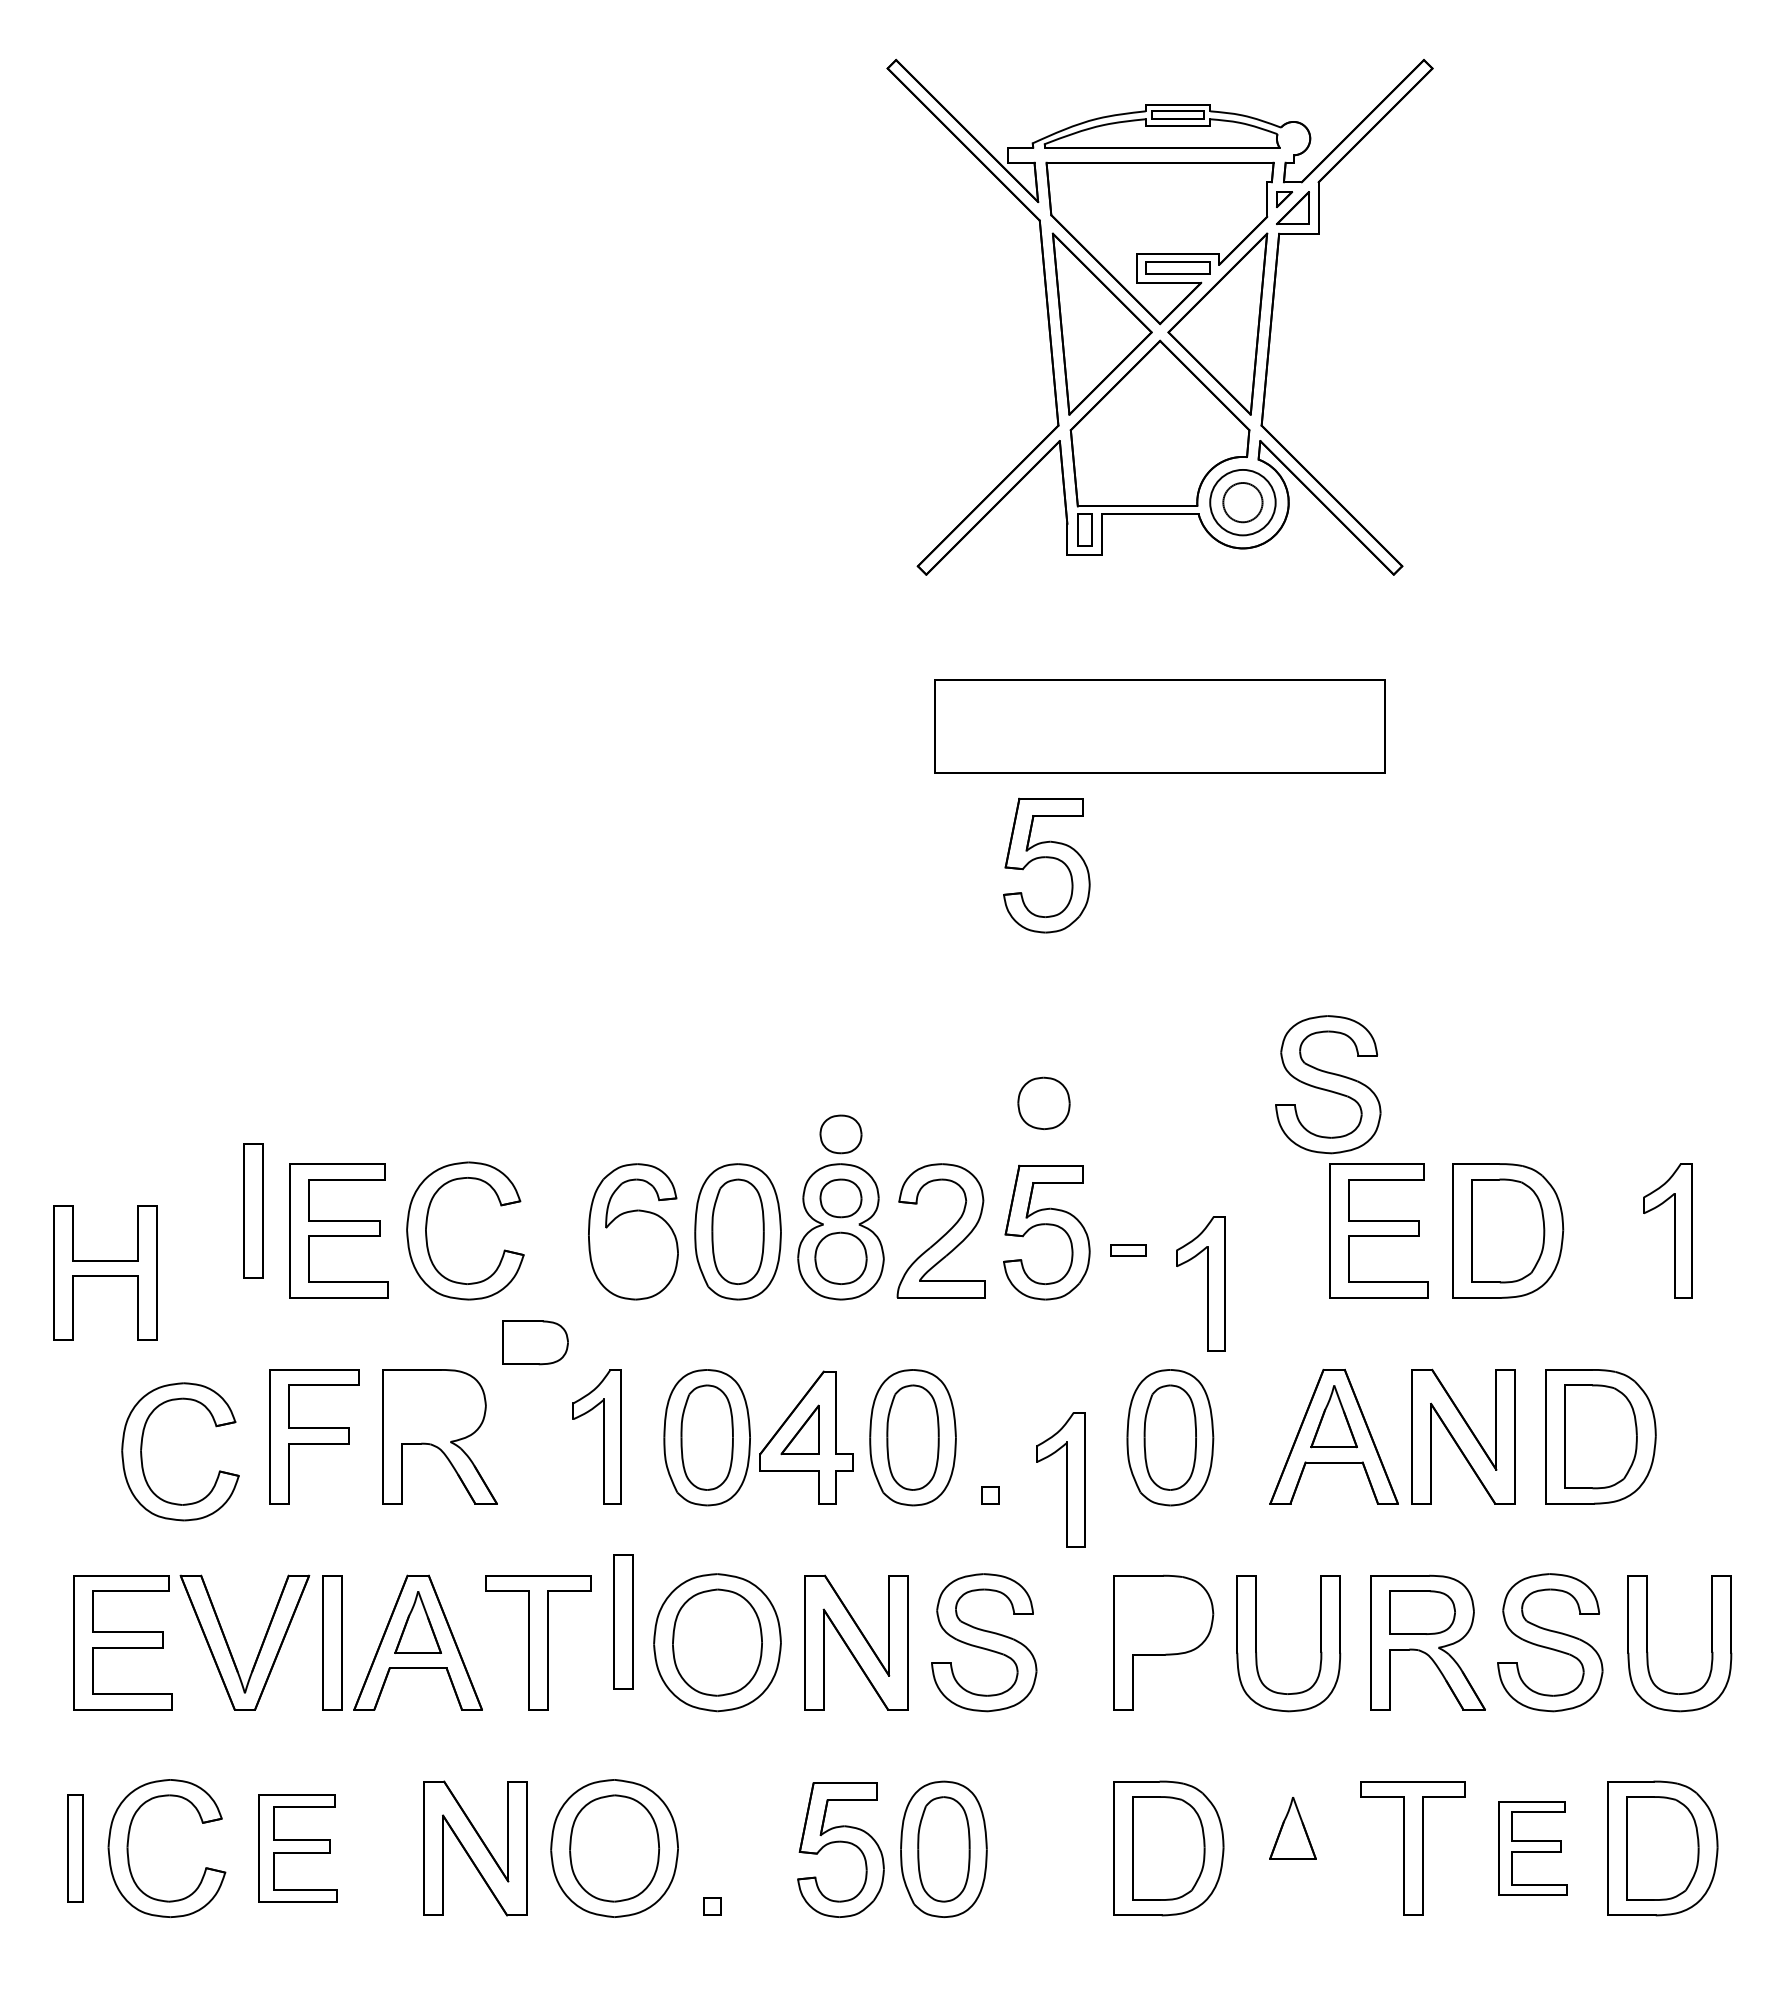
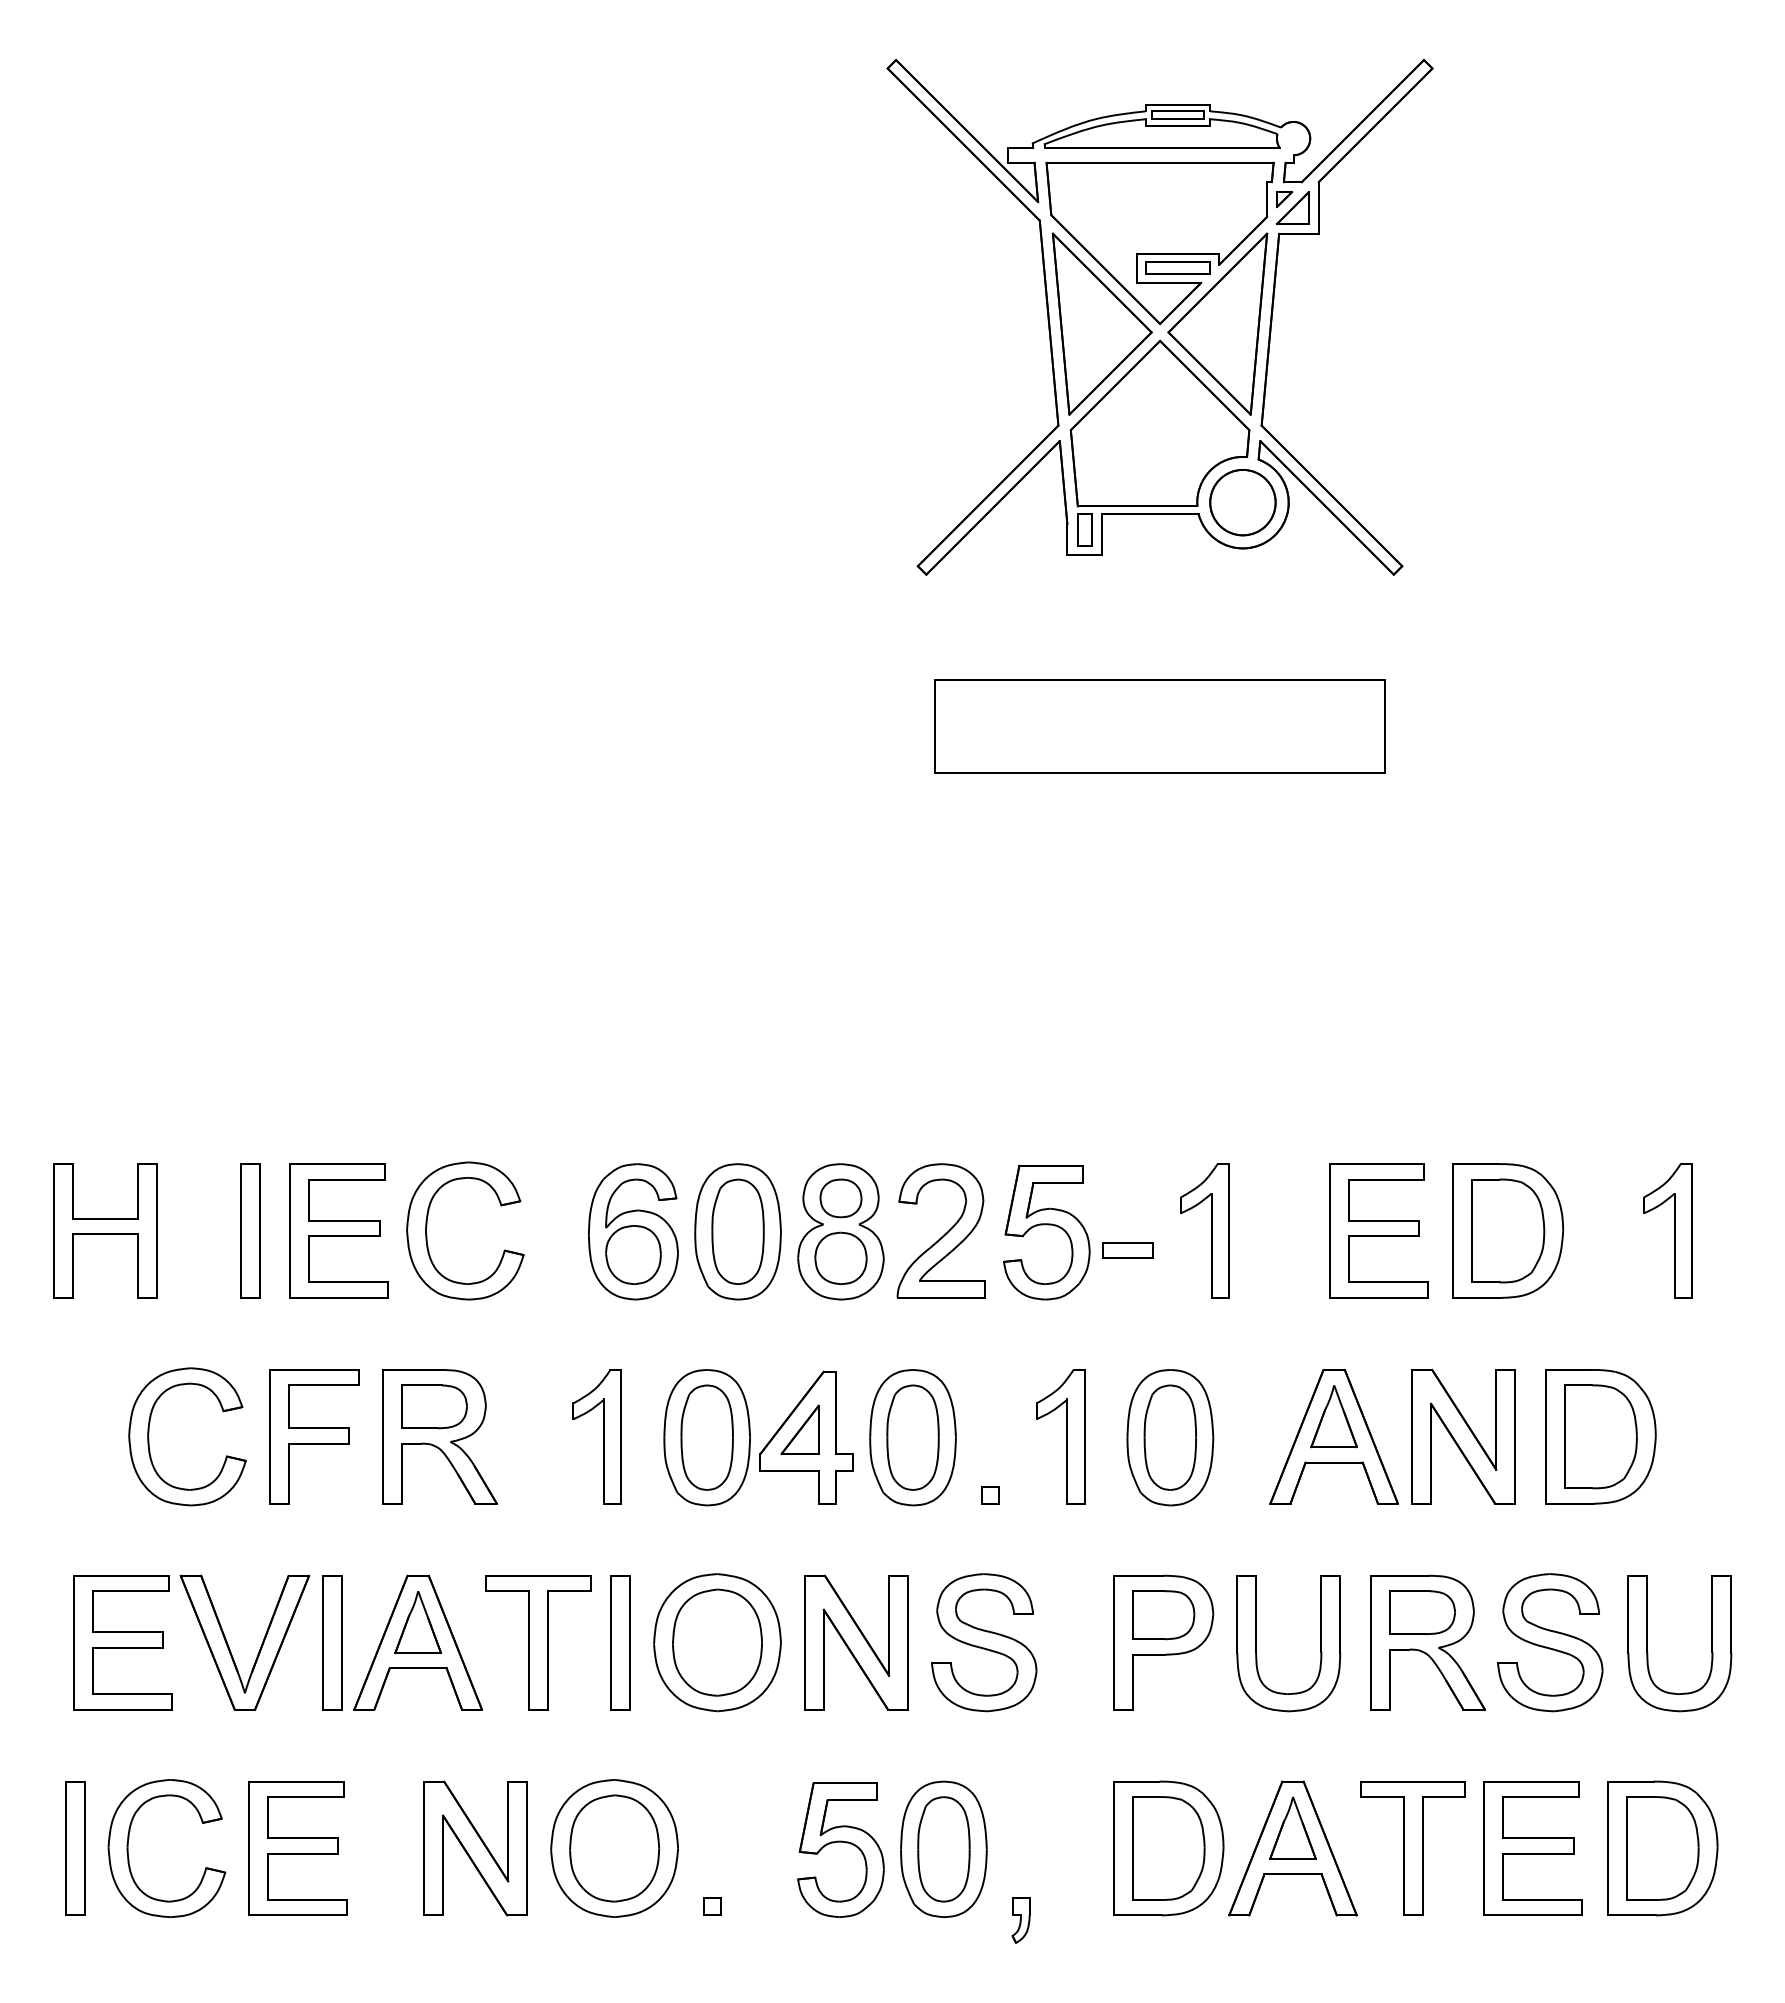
circle at (1242, 502) diameter: 39 px -> 65 px
part at (1046, 858): present -> none
part at (1328, 1084): present -> none
part at (1043, 1102): present -> none
part at (840, 1134): present -> none
part at (253, 1210) position: (253, 1210) -> (250, 1230)
part at (1128, 1250) size: 37x13 px -> 52x17 px
part at (633, 1254): none -> present
part at (105, 1272) position: (105, 1272) -> (105, 1230)
part at (1207, 1283) position: (1207, 1283) -> (1211, 1230)
part at (535, 1342) position: (535, 1342) -> (434, 1406)
part at (142, 1453) position: (142, 1453) -> (149, 1438)
part at (1060, 1479) position: (1060, 1479) -> (1060, 1436)
part at (1163, 1615): none -> present
part at (623, 1621) position: (623, 1621) -> (620, 1642)
part at (75, 1848) size: 17x109 px -> 21x135 px
part at (297, 1848) size: 80x109 px -> 100x135 px
part at (1292, 1848): none -> present
part at (1532, 1848) size: 70x95 px -> 100x135 px
part at (1020, 1920): none -> present
